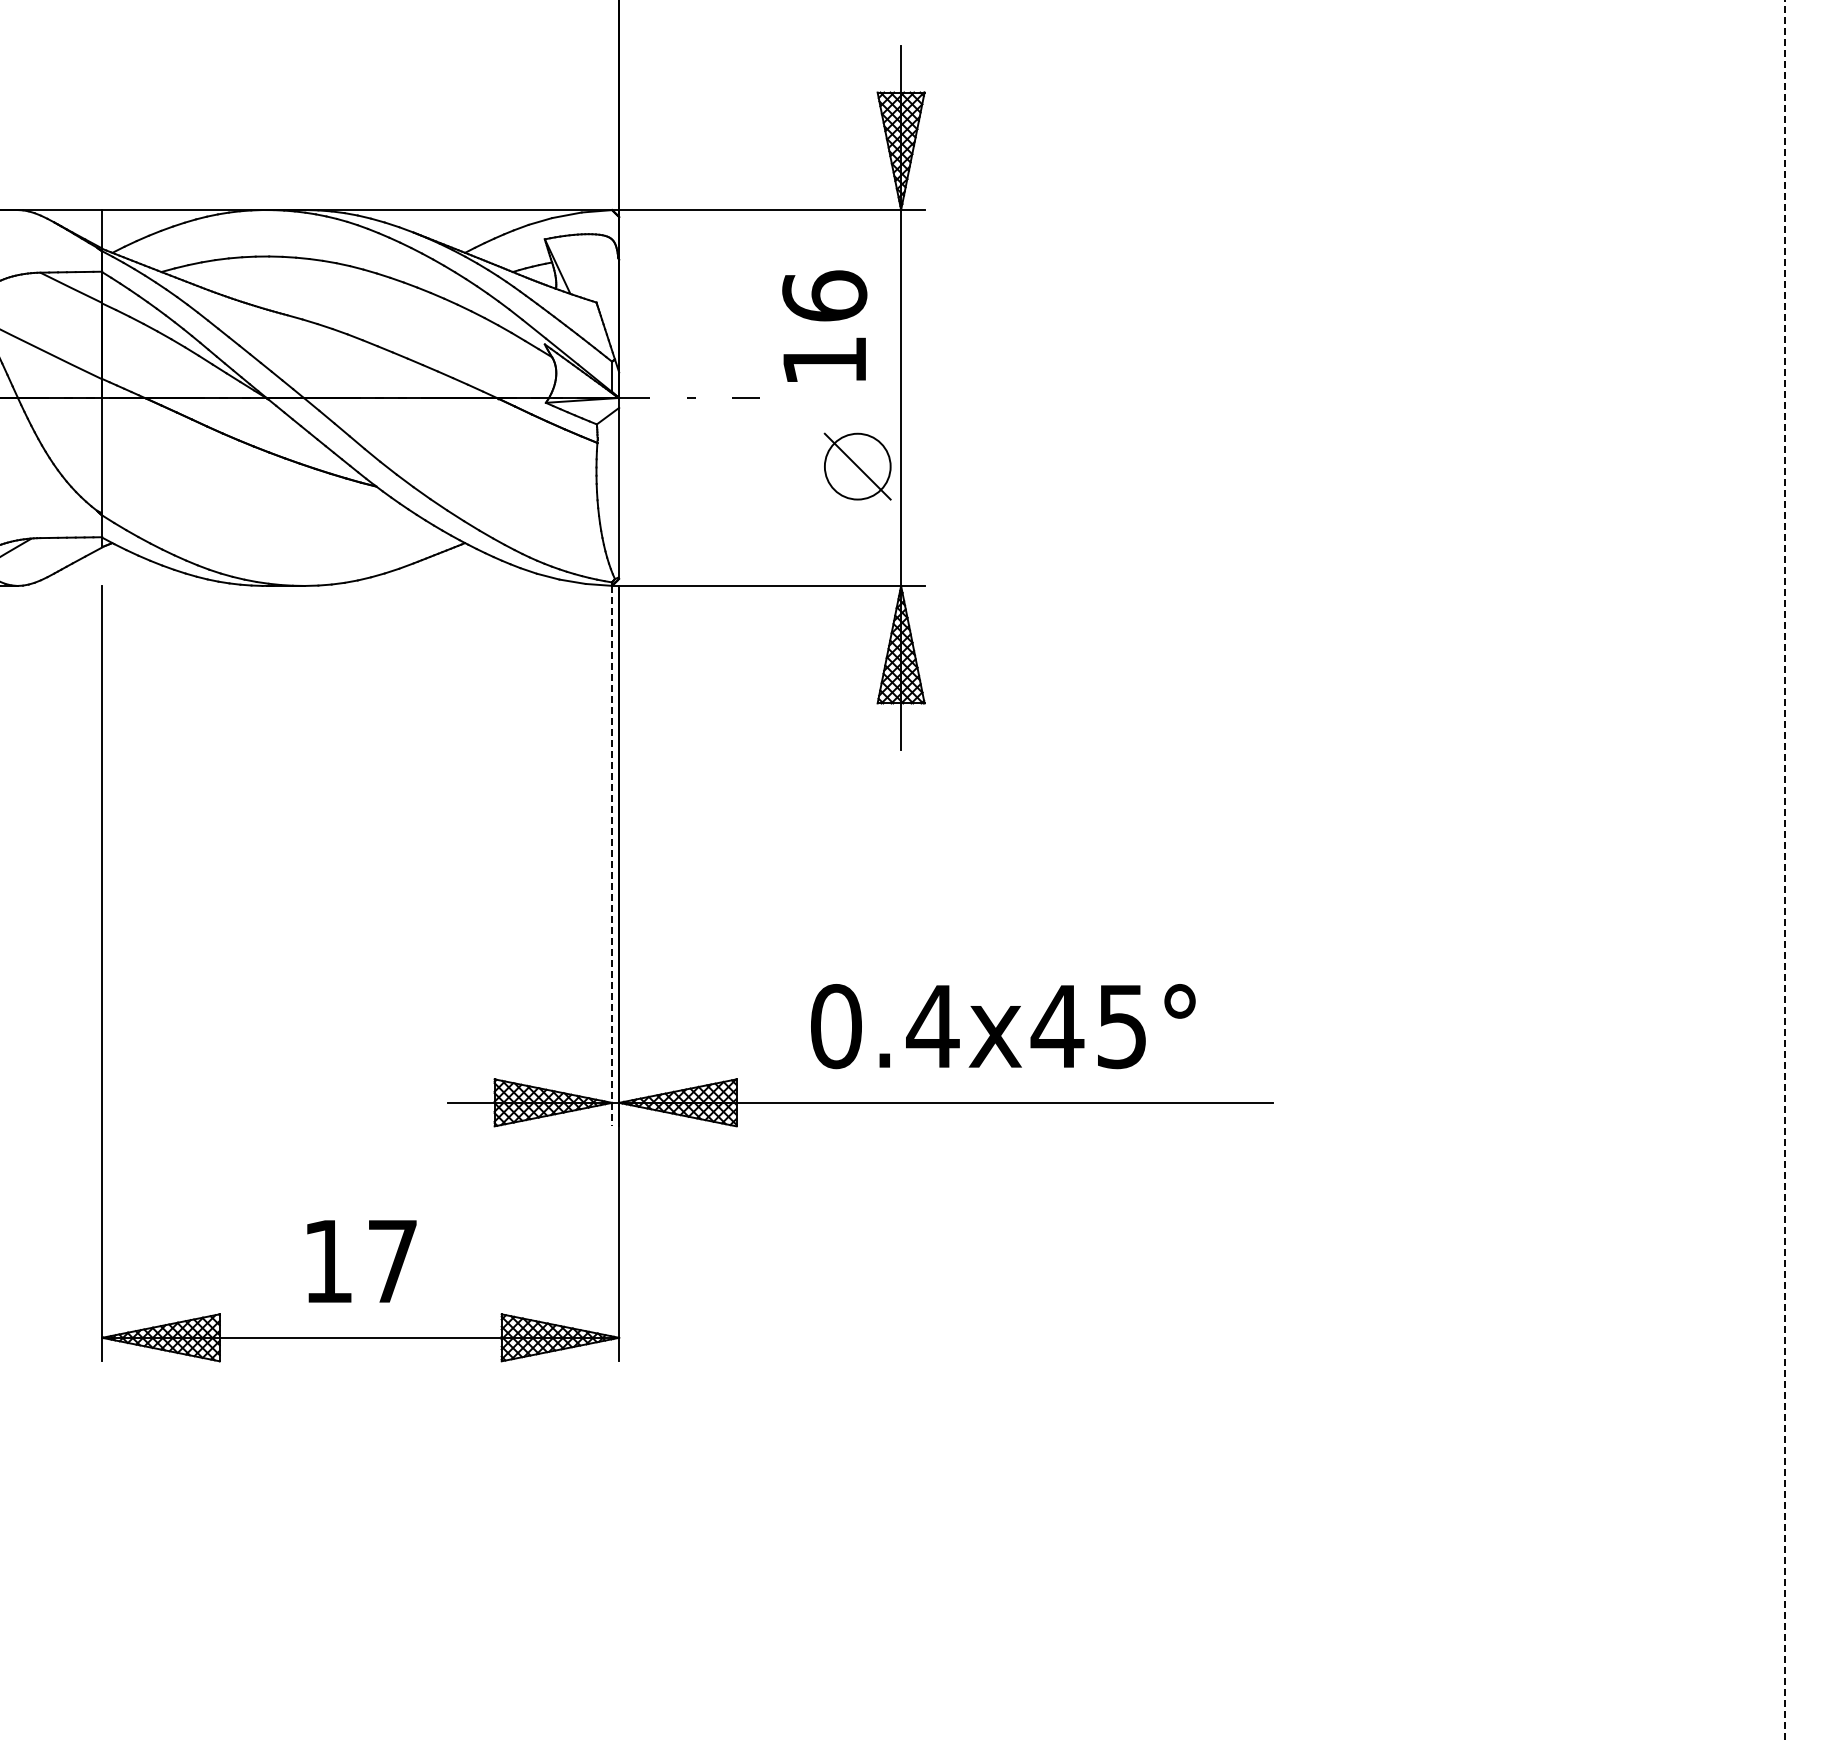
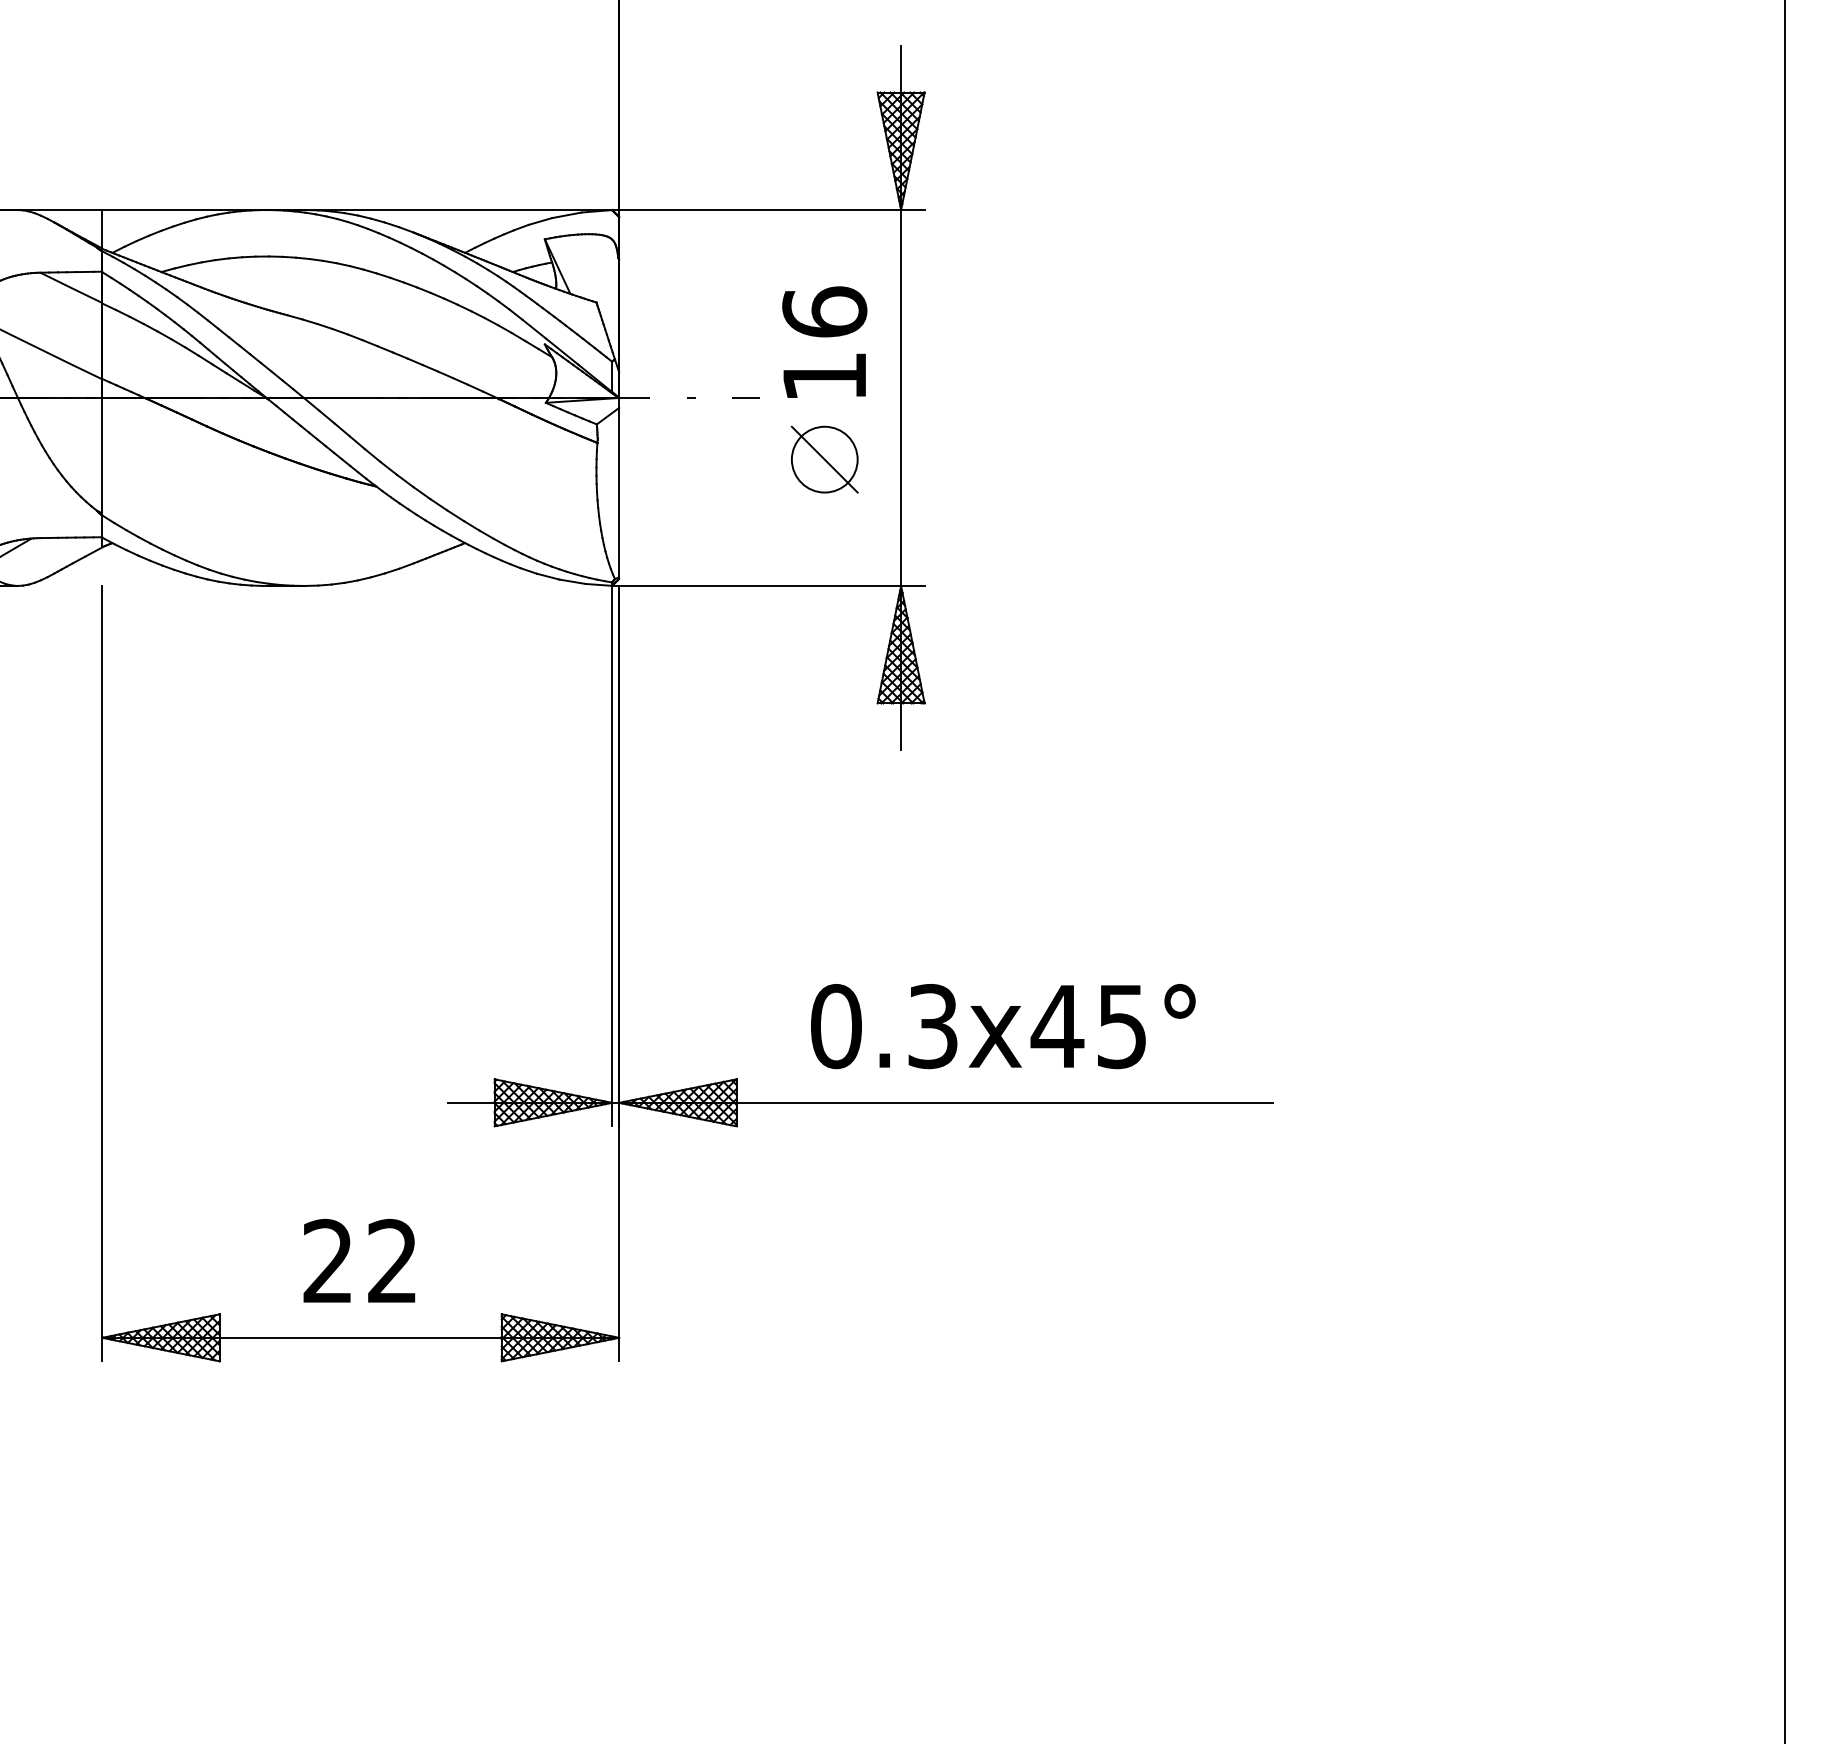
text at (824, 325) position: (824, 325) -> (824, 341)
part at (857, 466) position: (857, 466) -> (824, 459)
line at (612, 856): dashed -> solid
line at (1784, 871): dashed -> solid
text at (932, 1026): 0.4x45° -> 0.3x45°
text at (359, 1260): 17 -> 22
